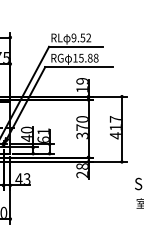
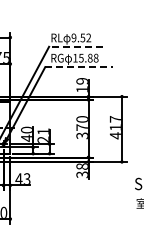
line at (75, 46): solid -> dashed
line at (78, 67): solid -> dashed
text at (42, 139): 61 -> 21
text at (82, 174): 28 -> 38
